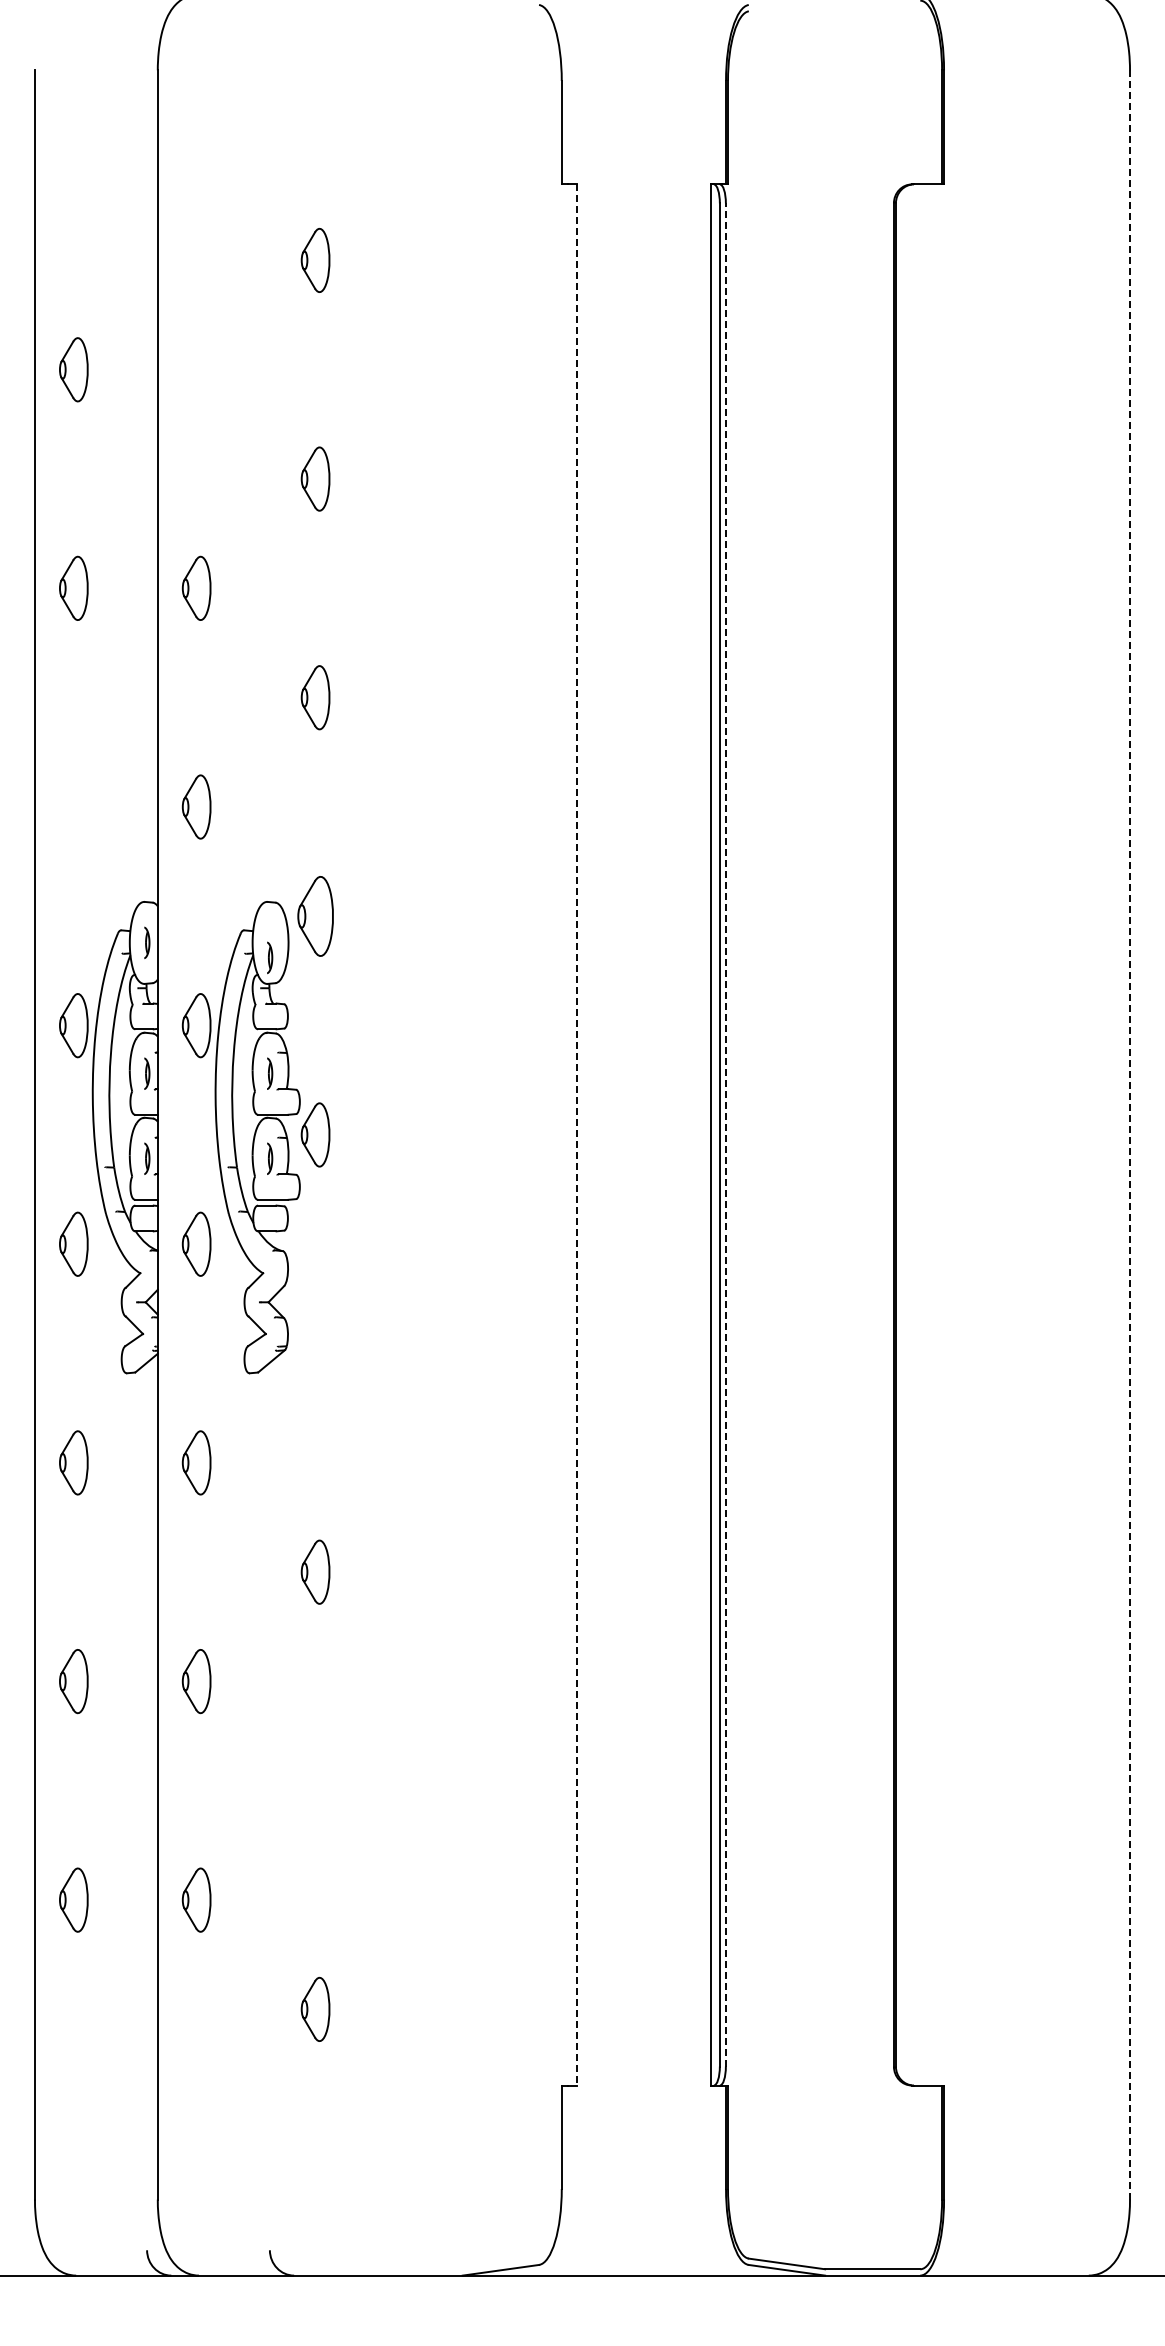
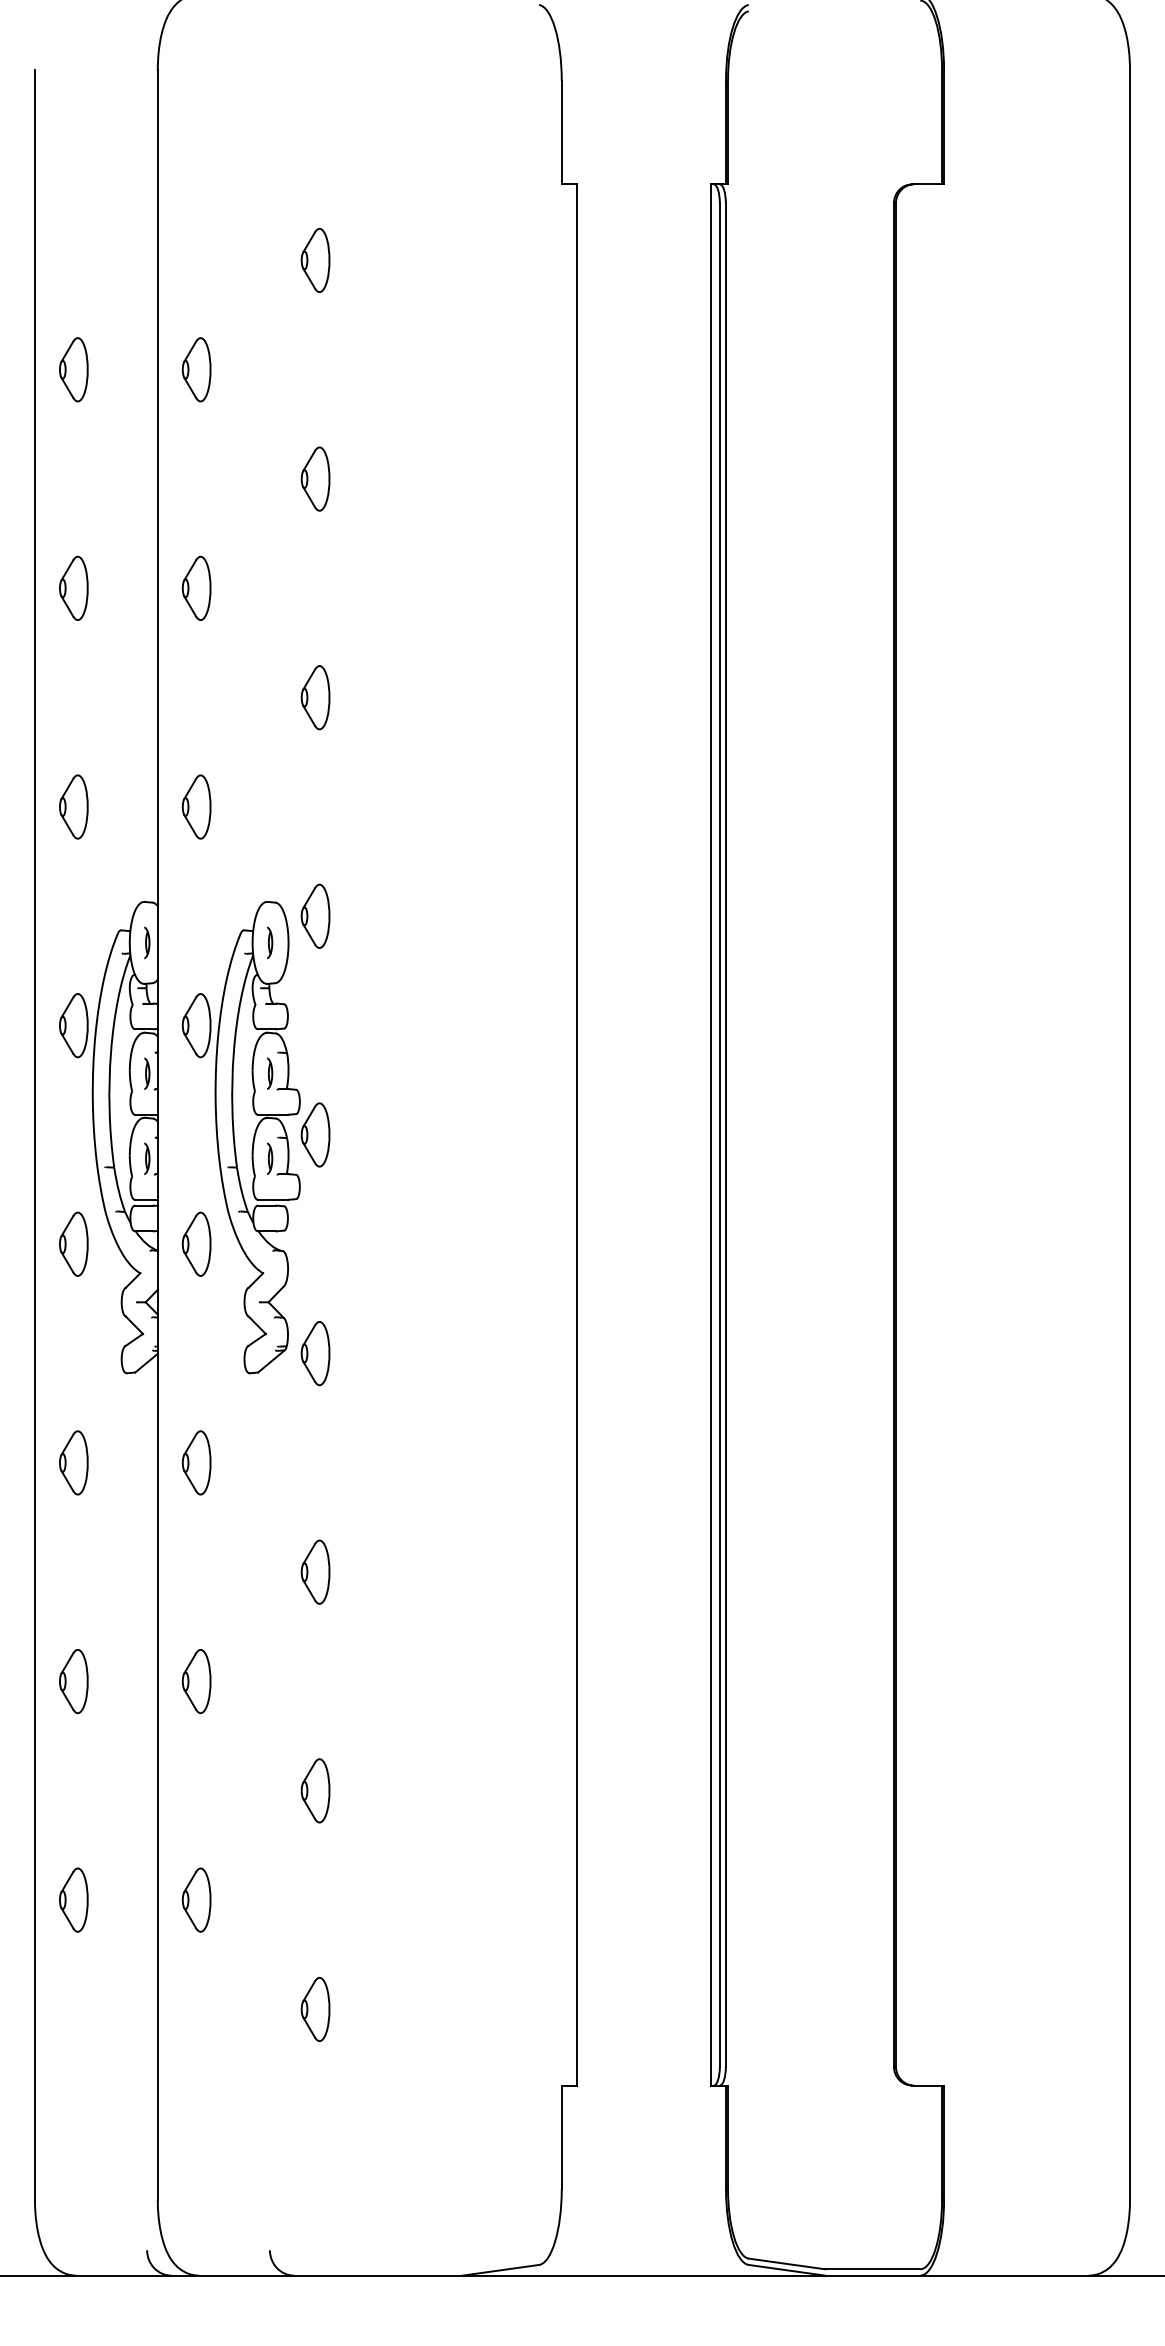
part at (196, 369): none -> present
part at (73, 806): none -> present
part at (315, 916) size: 37x81 px -> 31x66 px
part at (270, 957) position: (270, 957) -> (270, 942)
line at (576, 1134): dashed -> solid
line at (725, 1134): dashed -> solid
line at (1130, 1134): dashed -> solid
part at (315, 1353): none -> present
part at (315, 1790): none -> present
